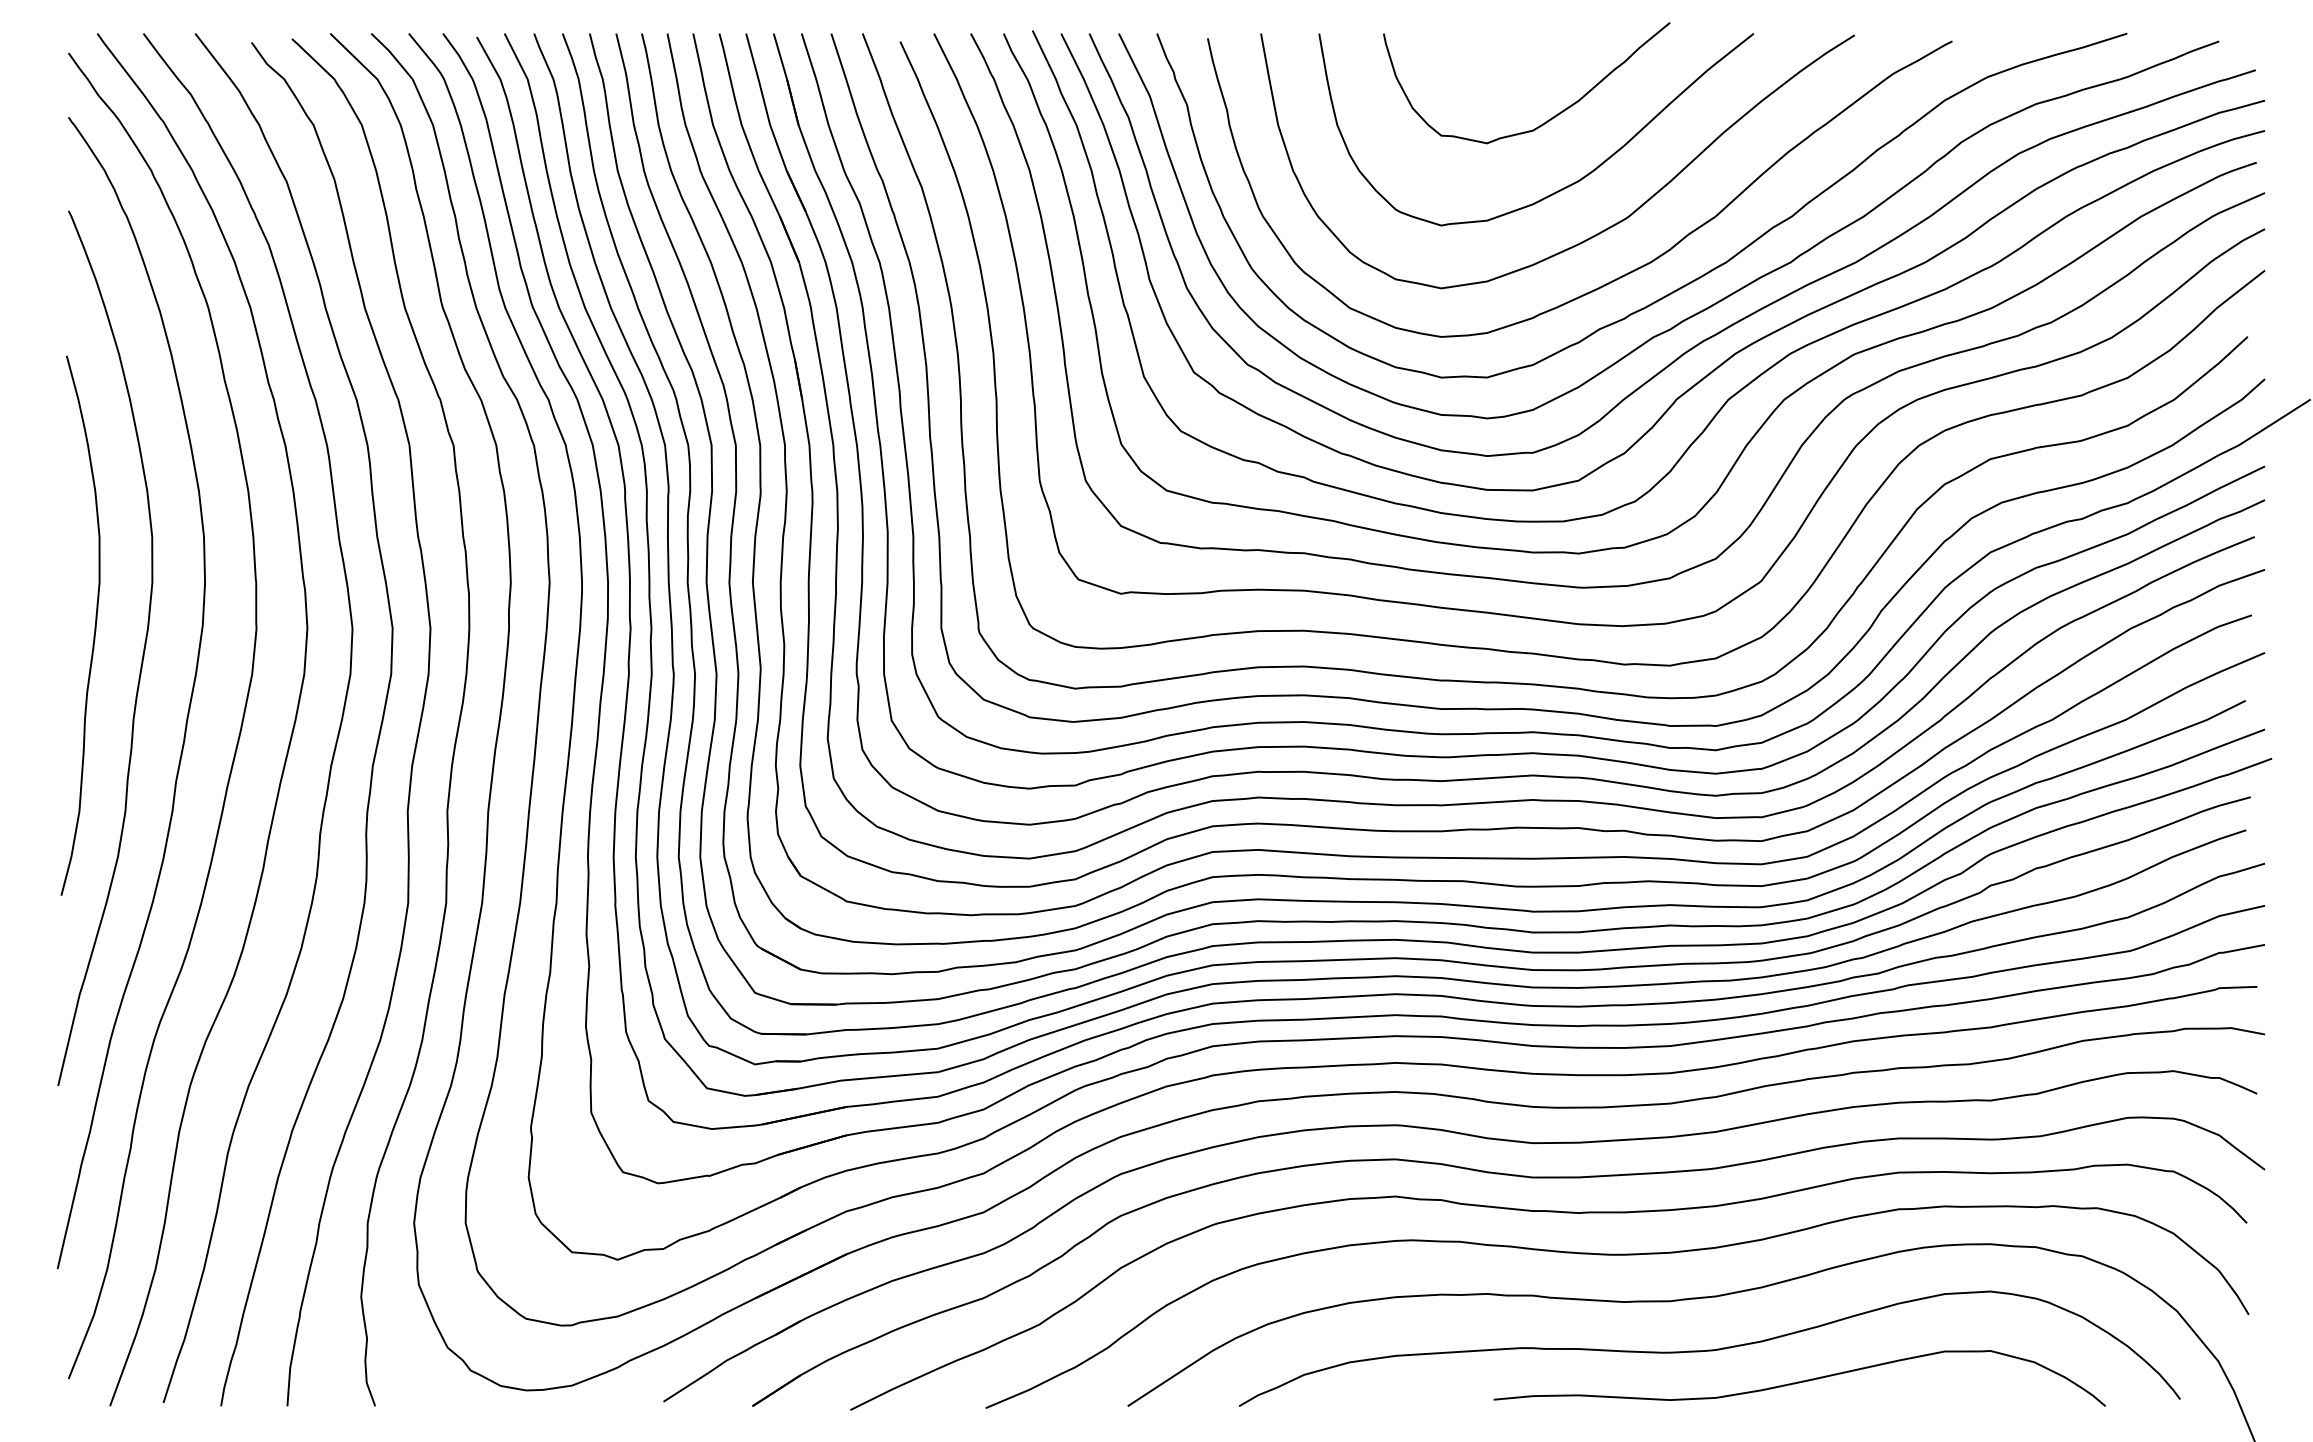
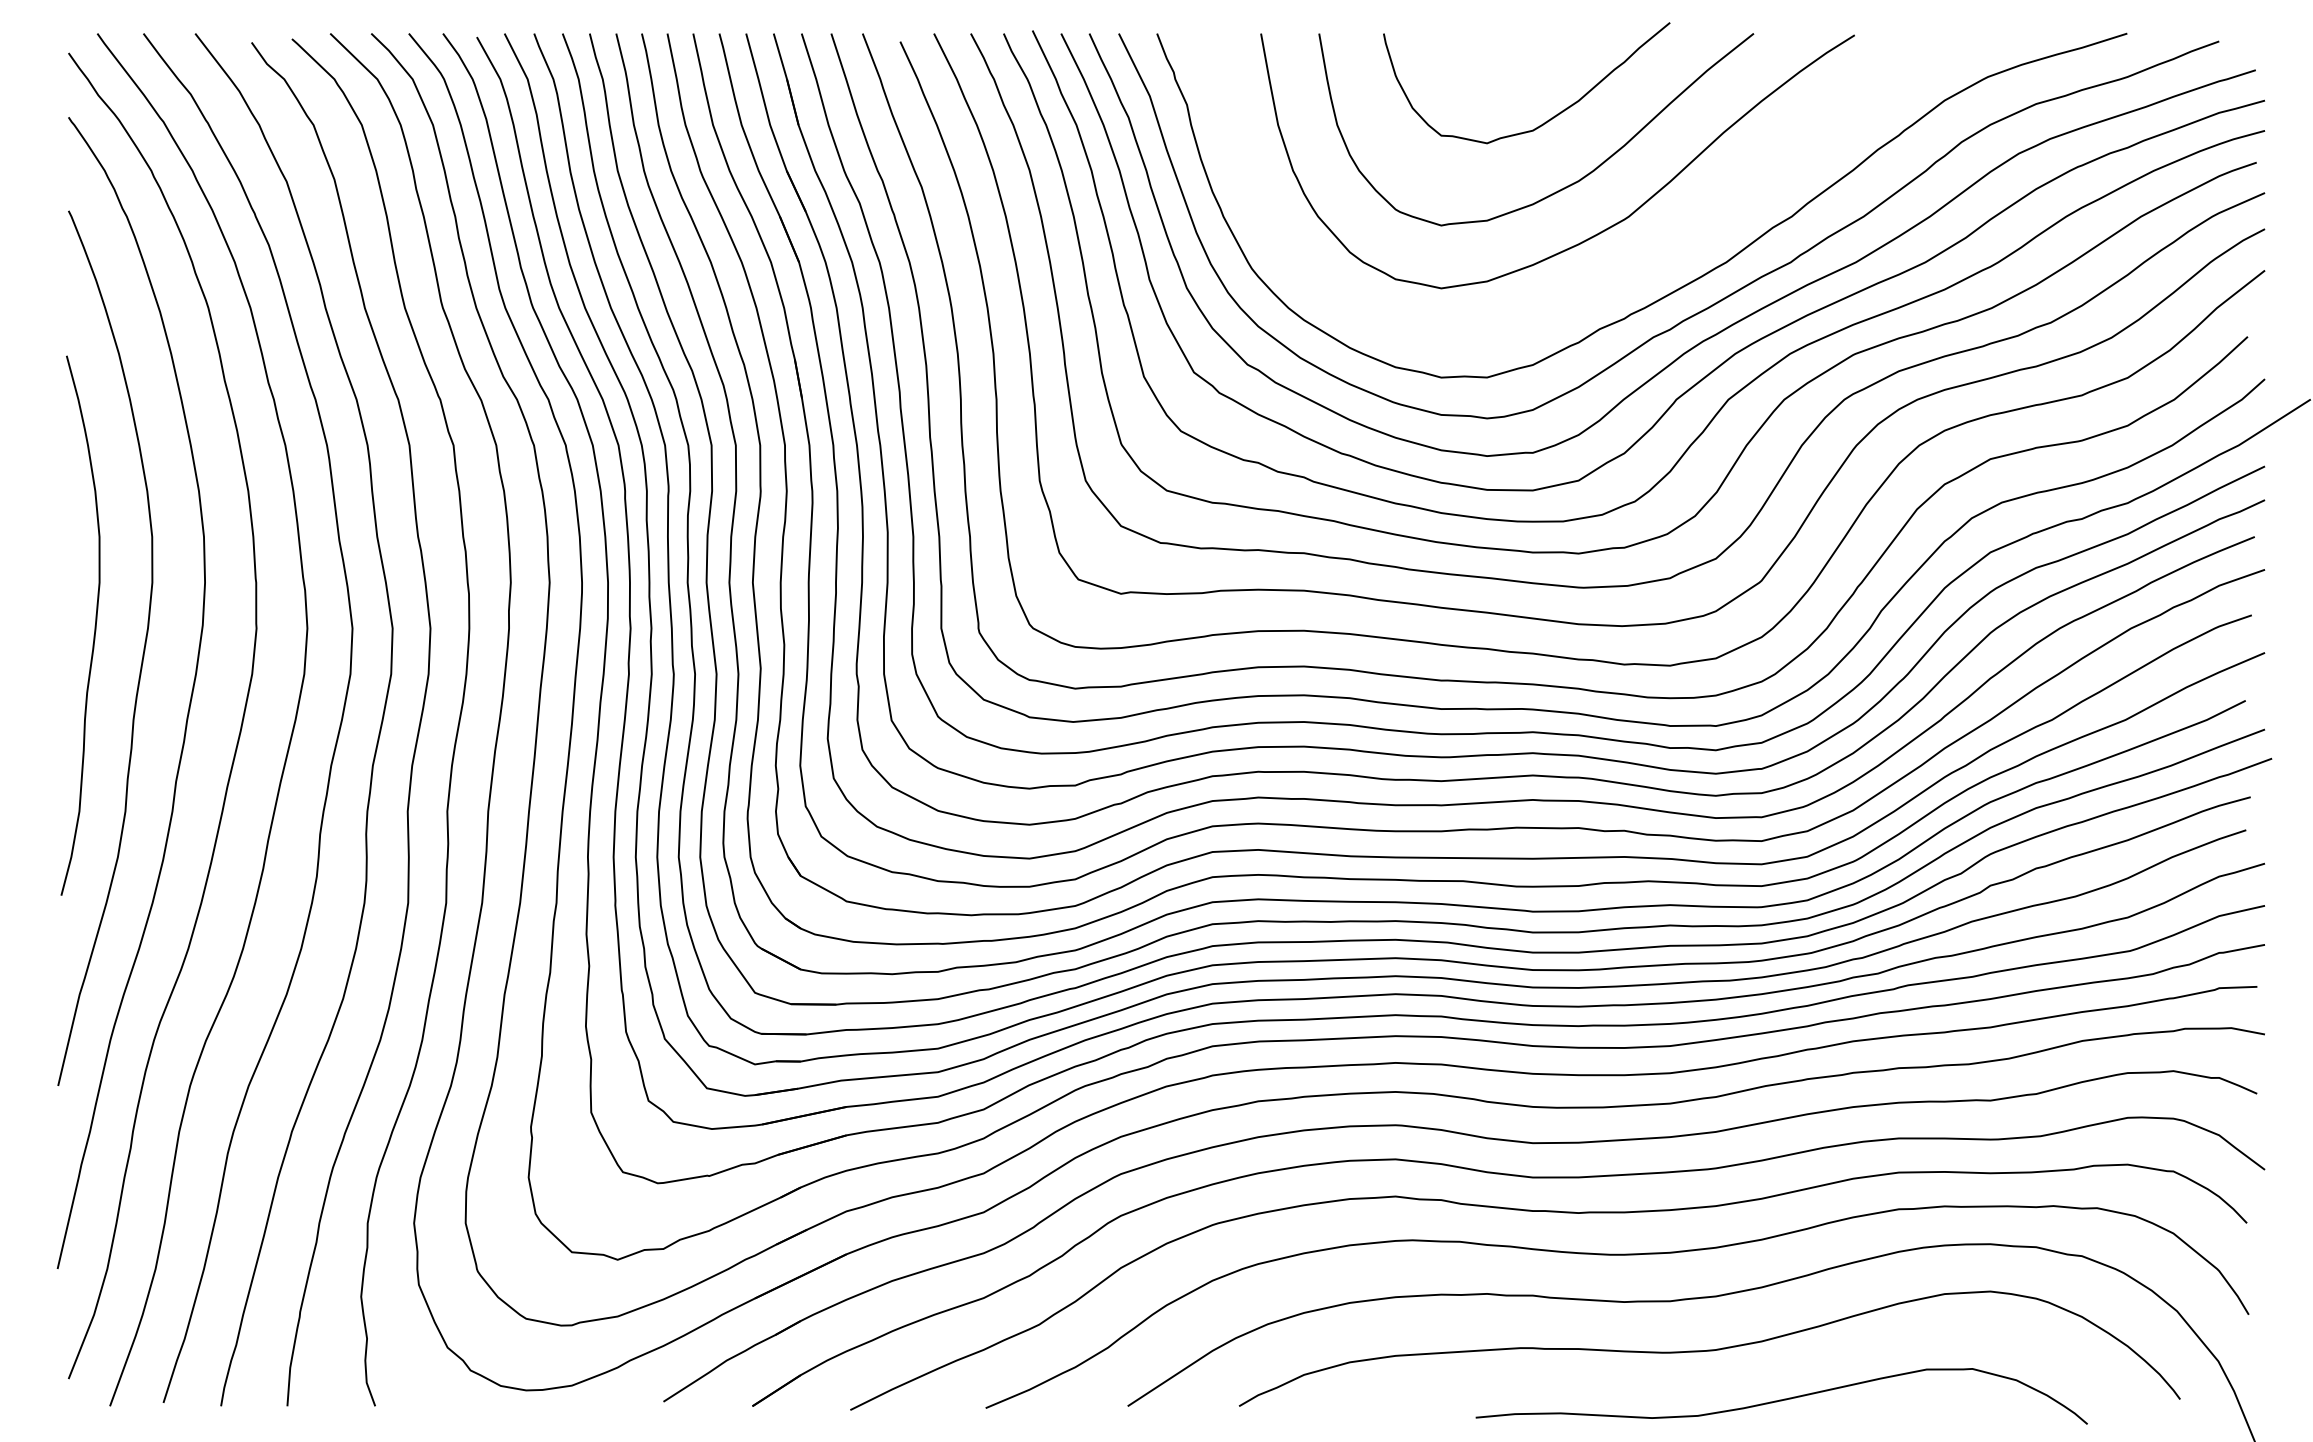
curve at (1622, 275): present -> none
curve at (1799, 1381) position: (1799, 1381) -> (1781, 1399)
